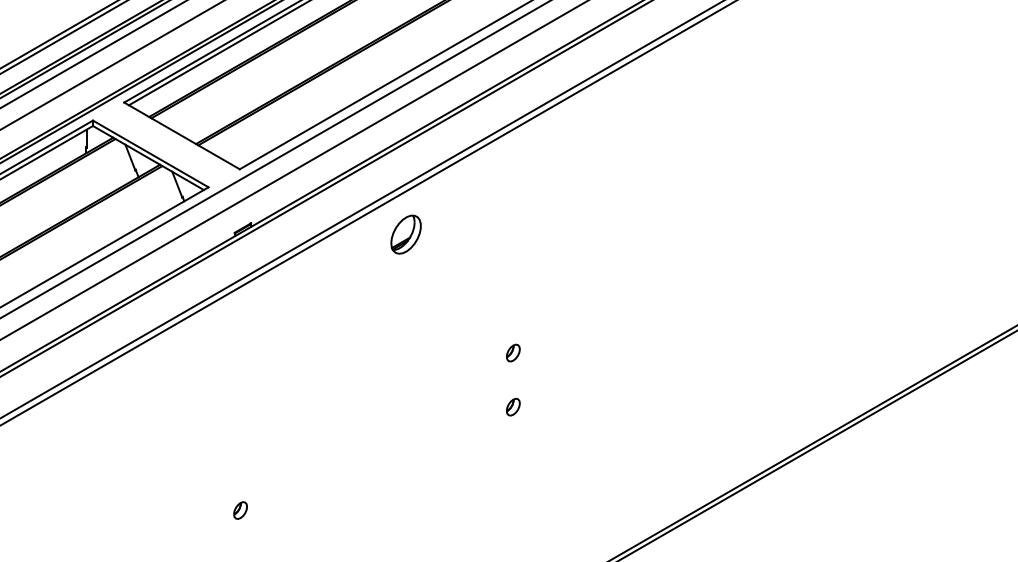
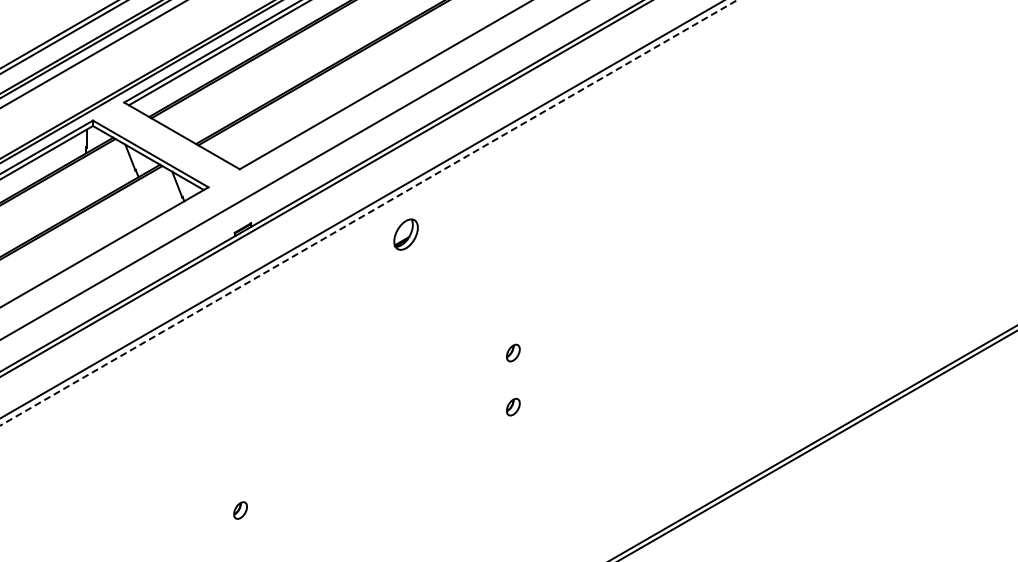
line at (111, 65): present -> none
line at (275, 159): present -> none
line at (369, 212): solid -> dashed
part at (405, 234) size: 32x41 px -> 26x33 px
